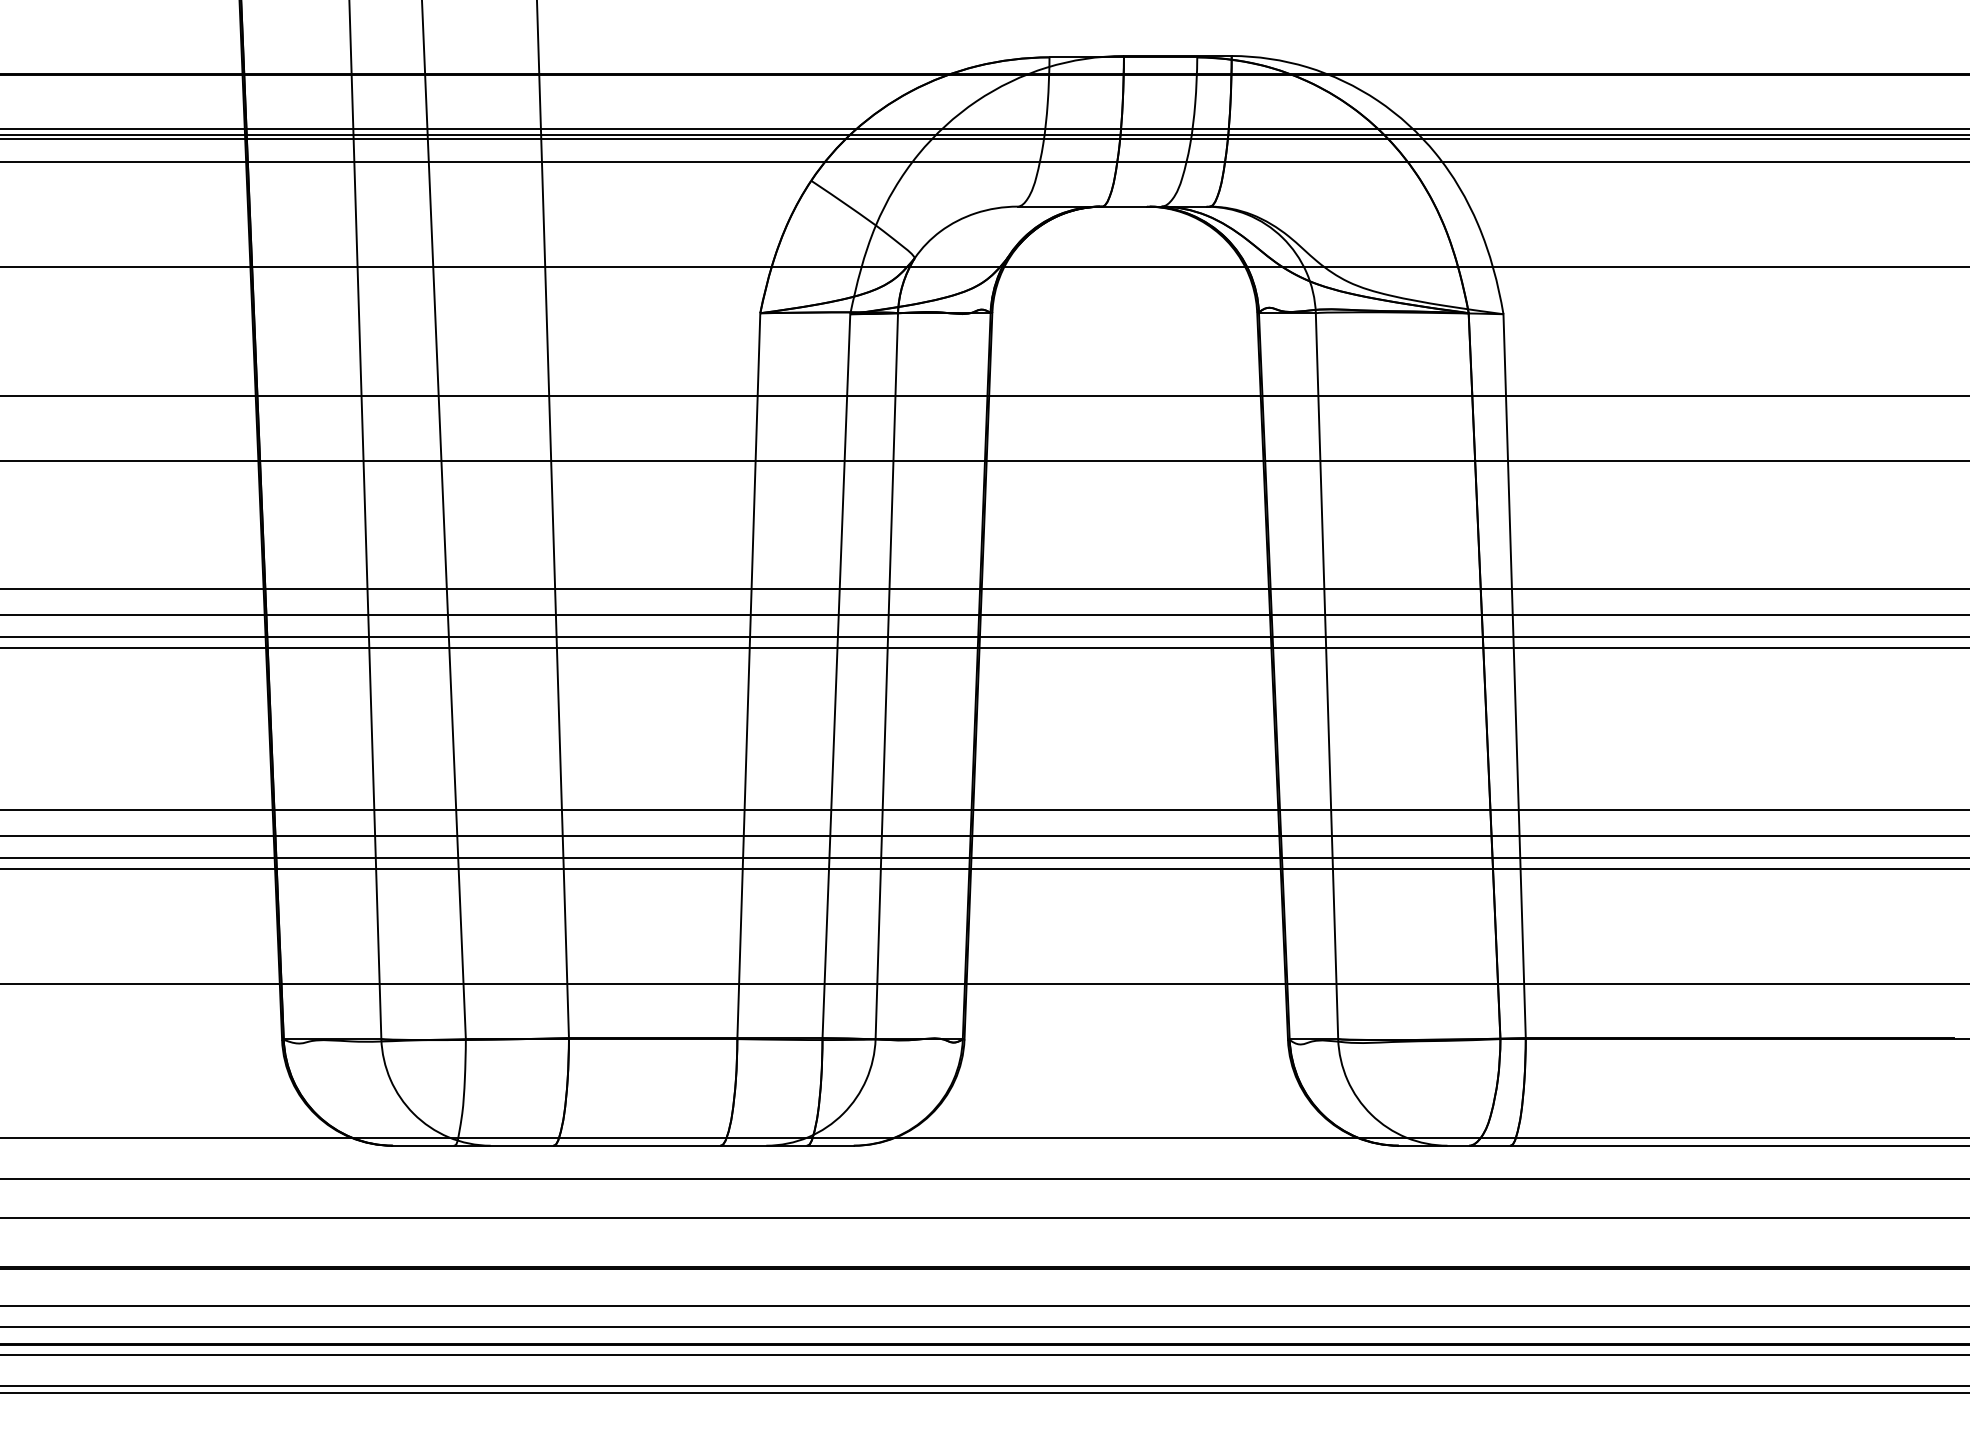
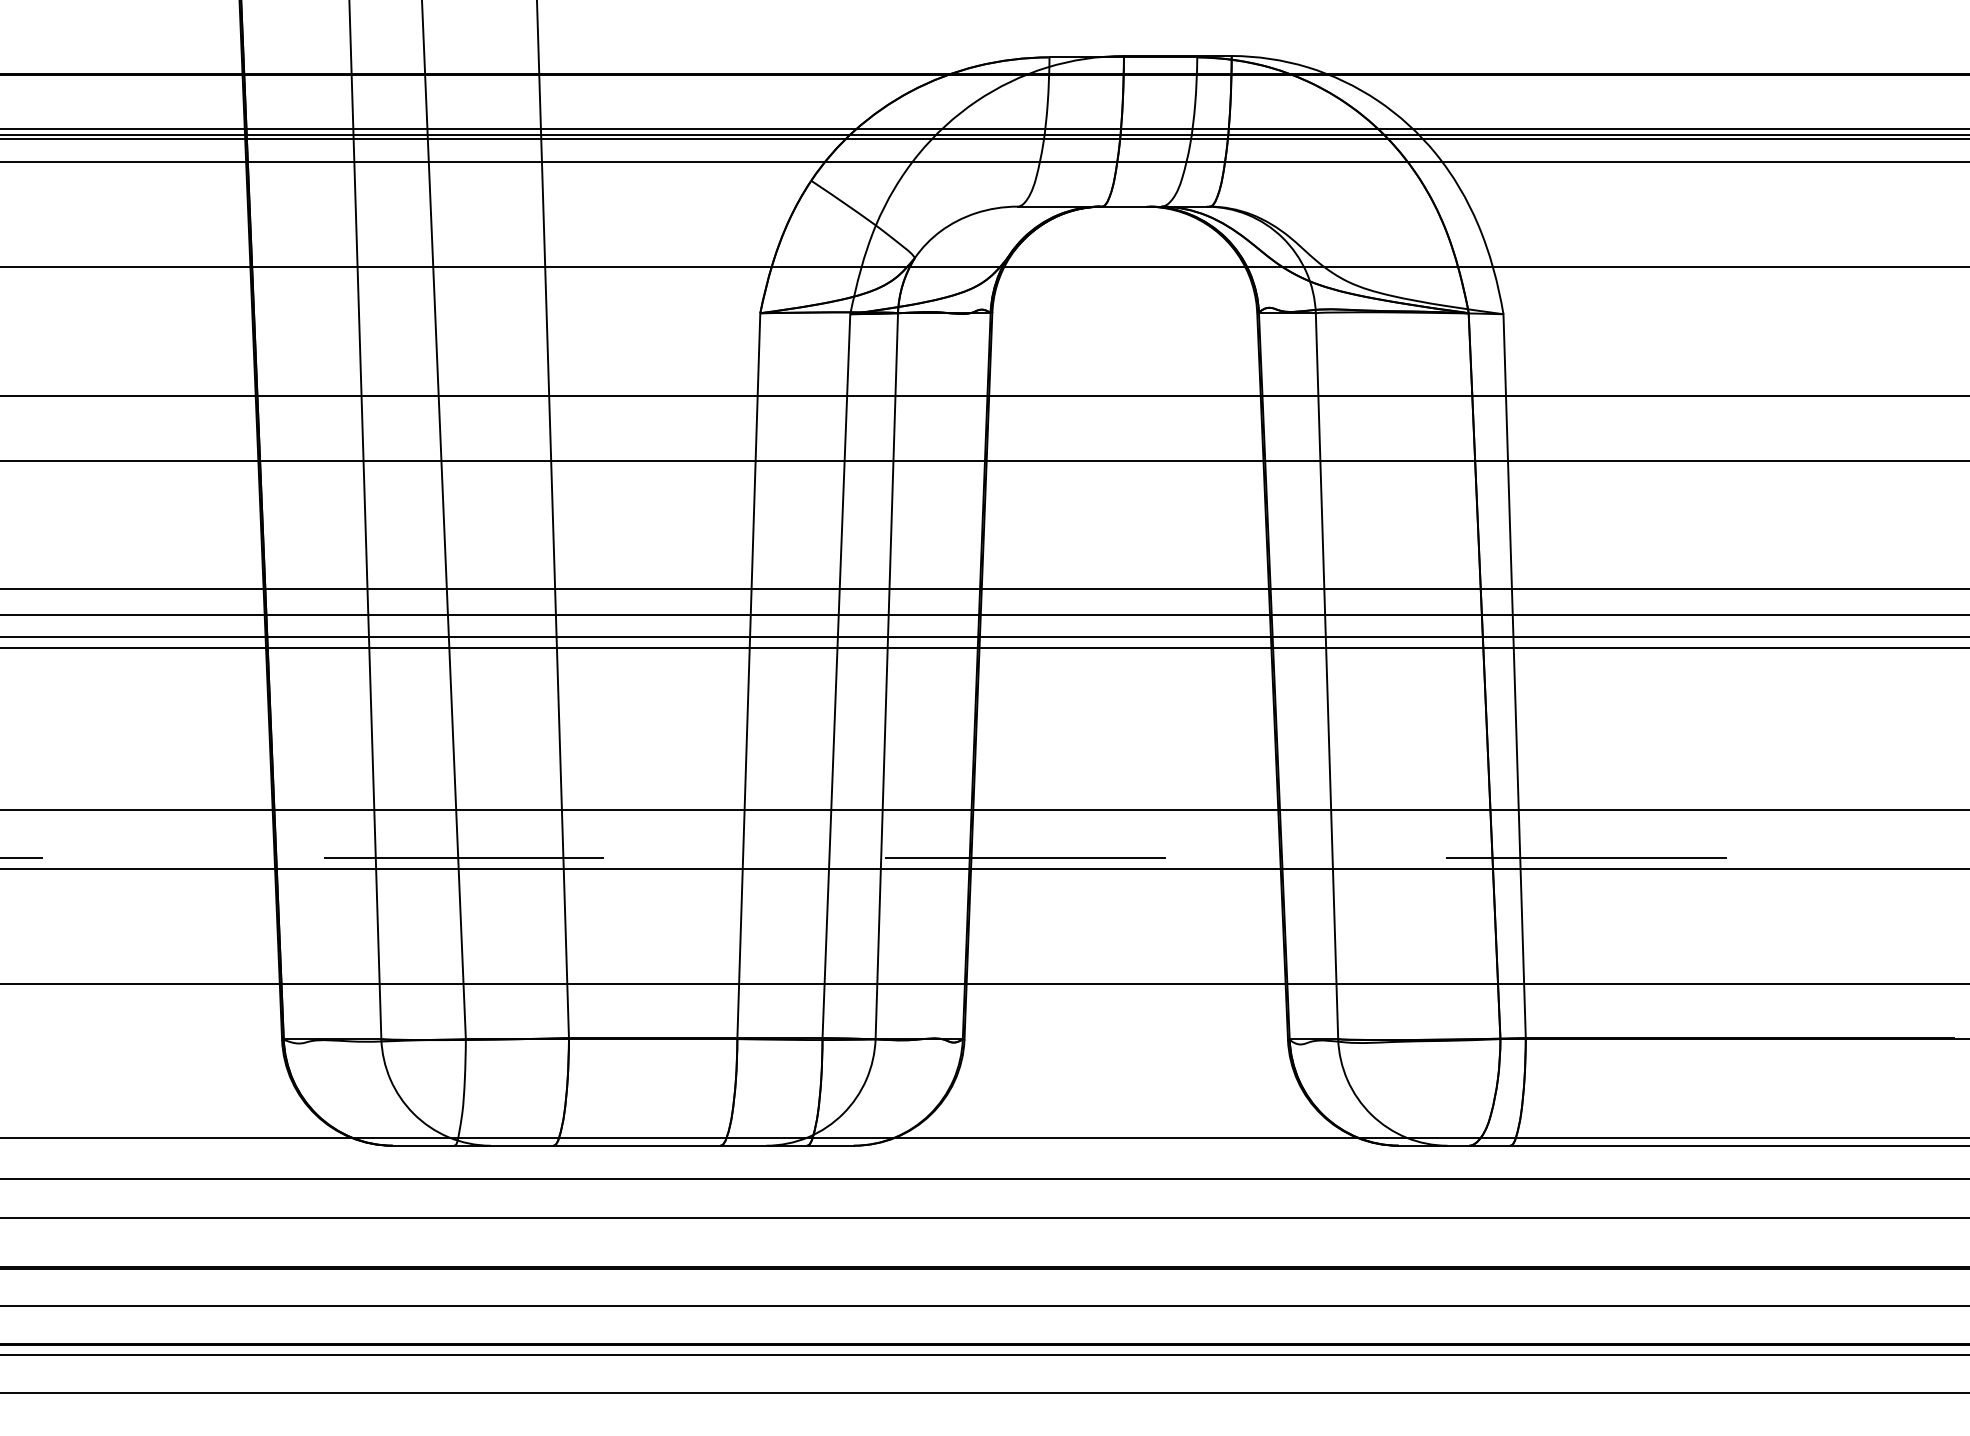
line at (984, 836): present -> none
line at (985, 857): solid -> dashed
line at (984, 1326): present -> none
line at (984, 1385): present -> none
